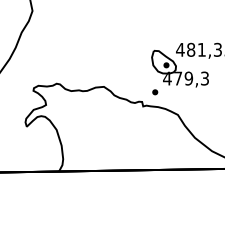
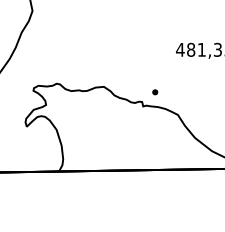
part at (179, 68): present -> none
